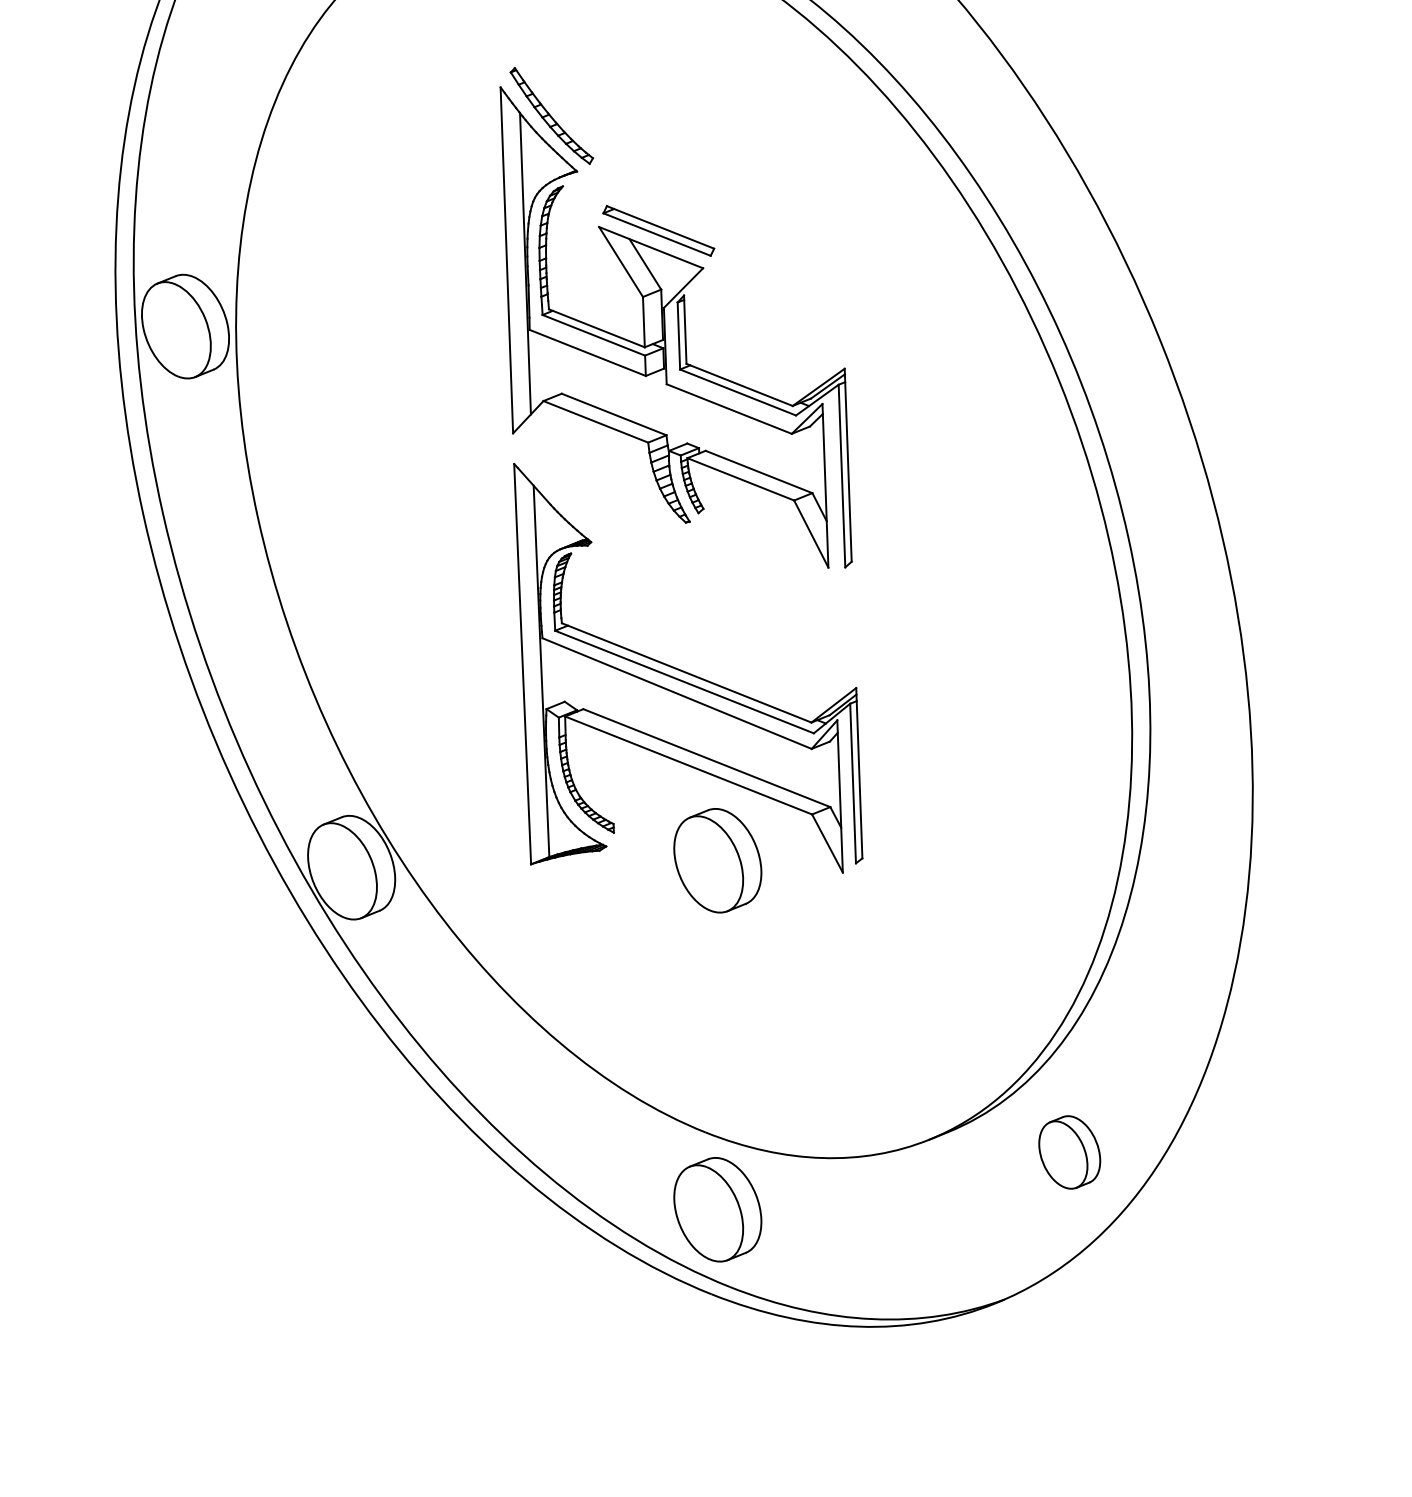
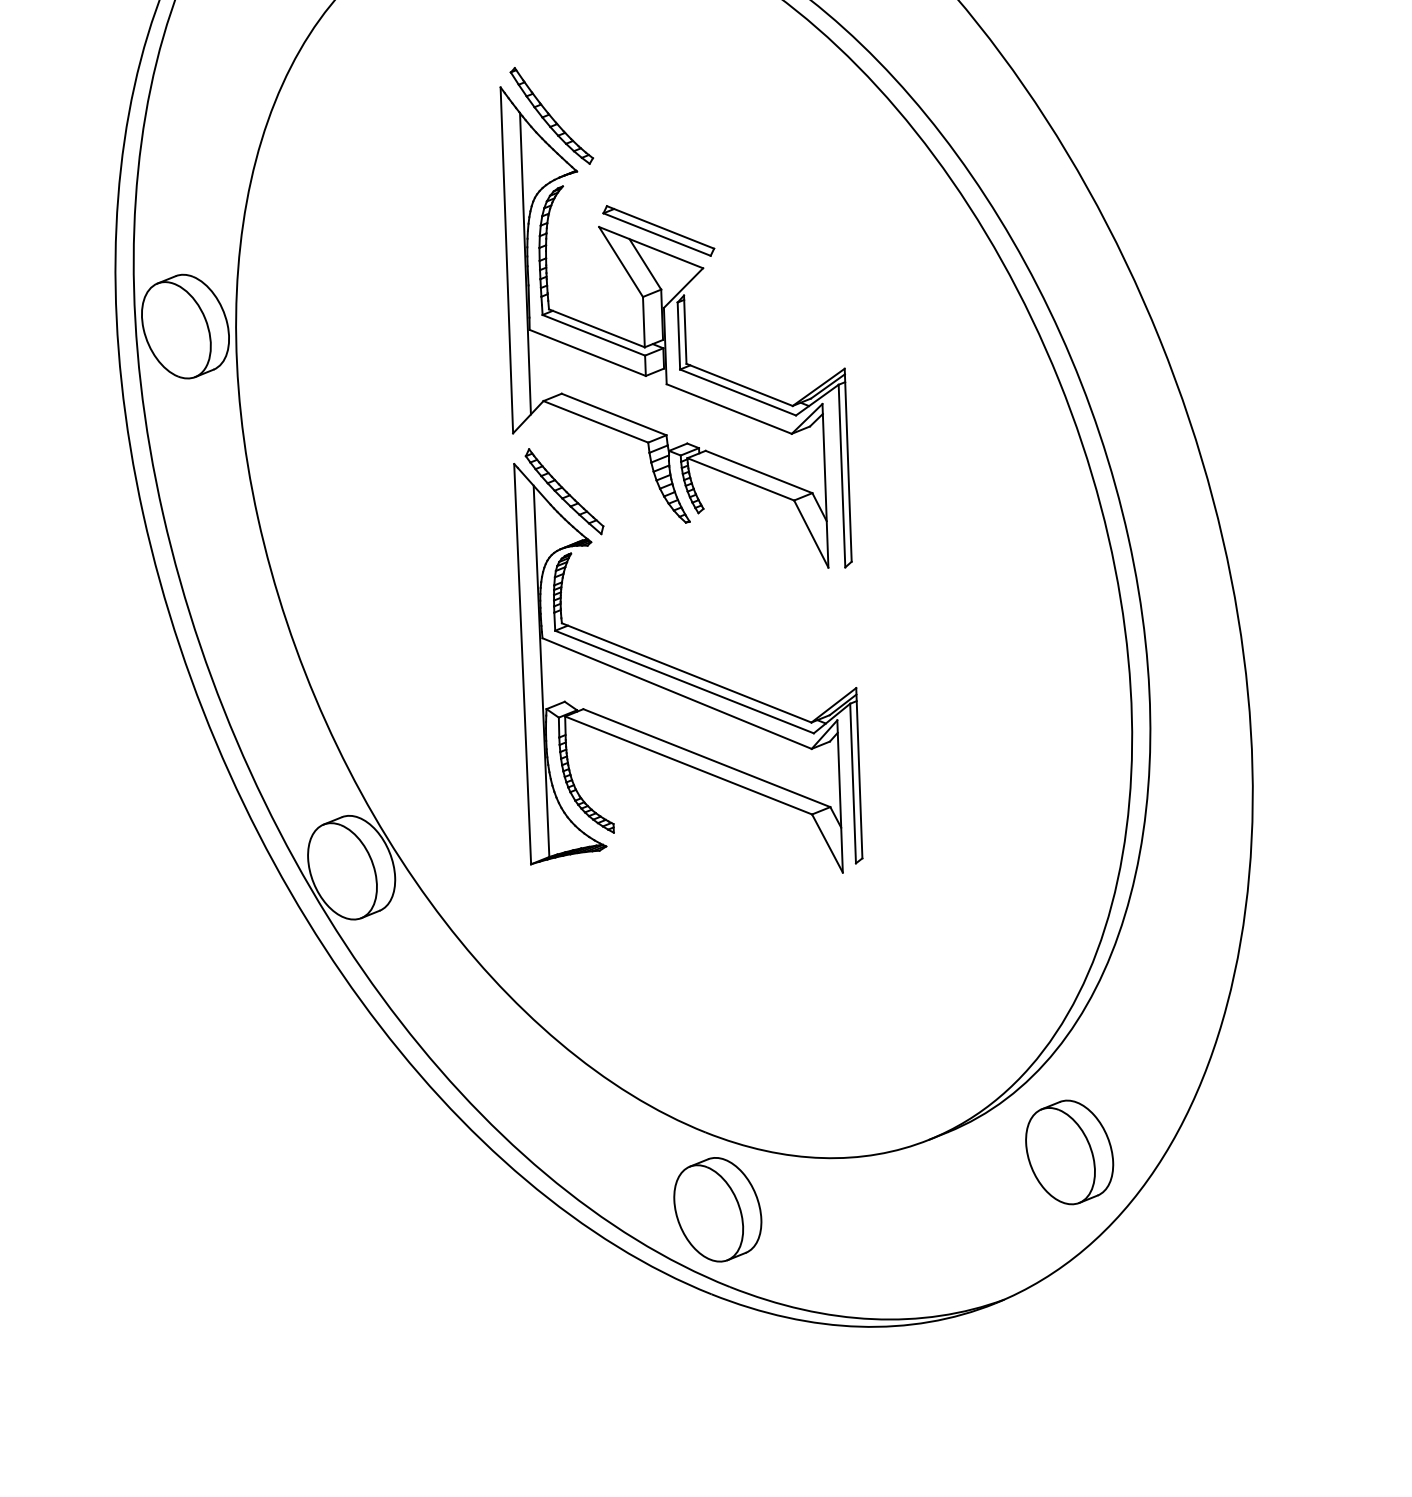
part at (564, 491): none -> present
part at (717, 860): present -> none
part at (1069, 1152) size: 64x75 px -> 90x107 px
